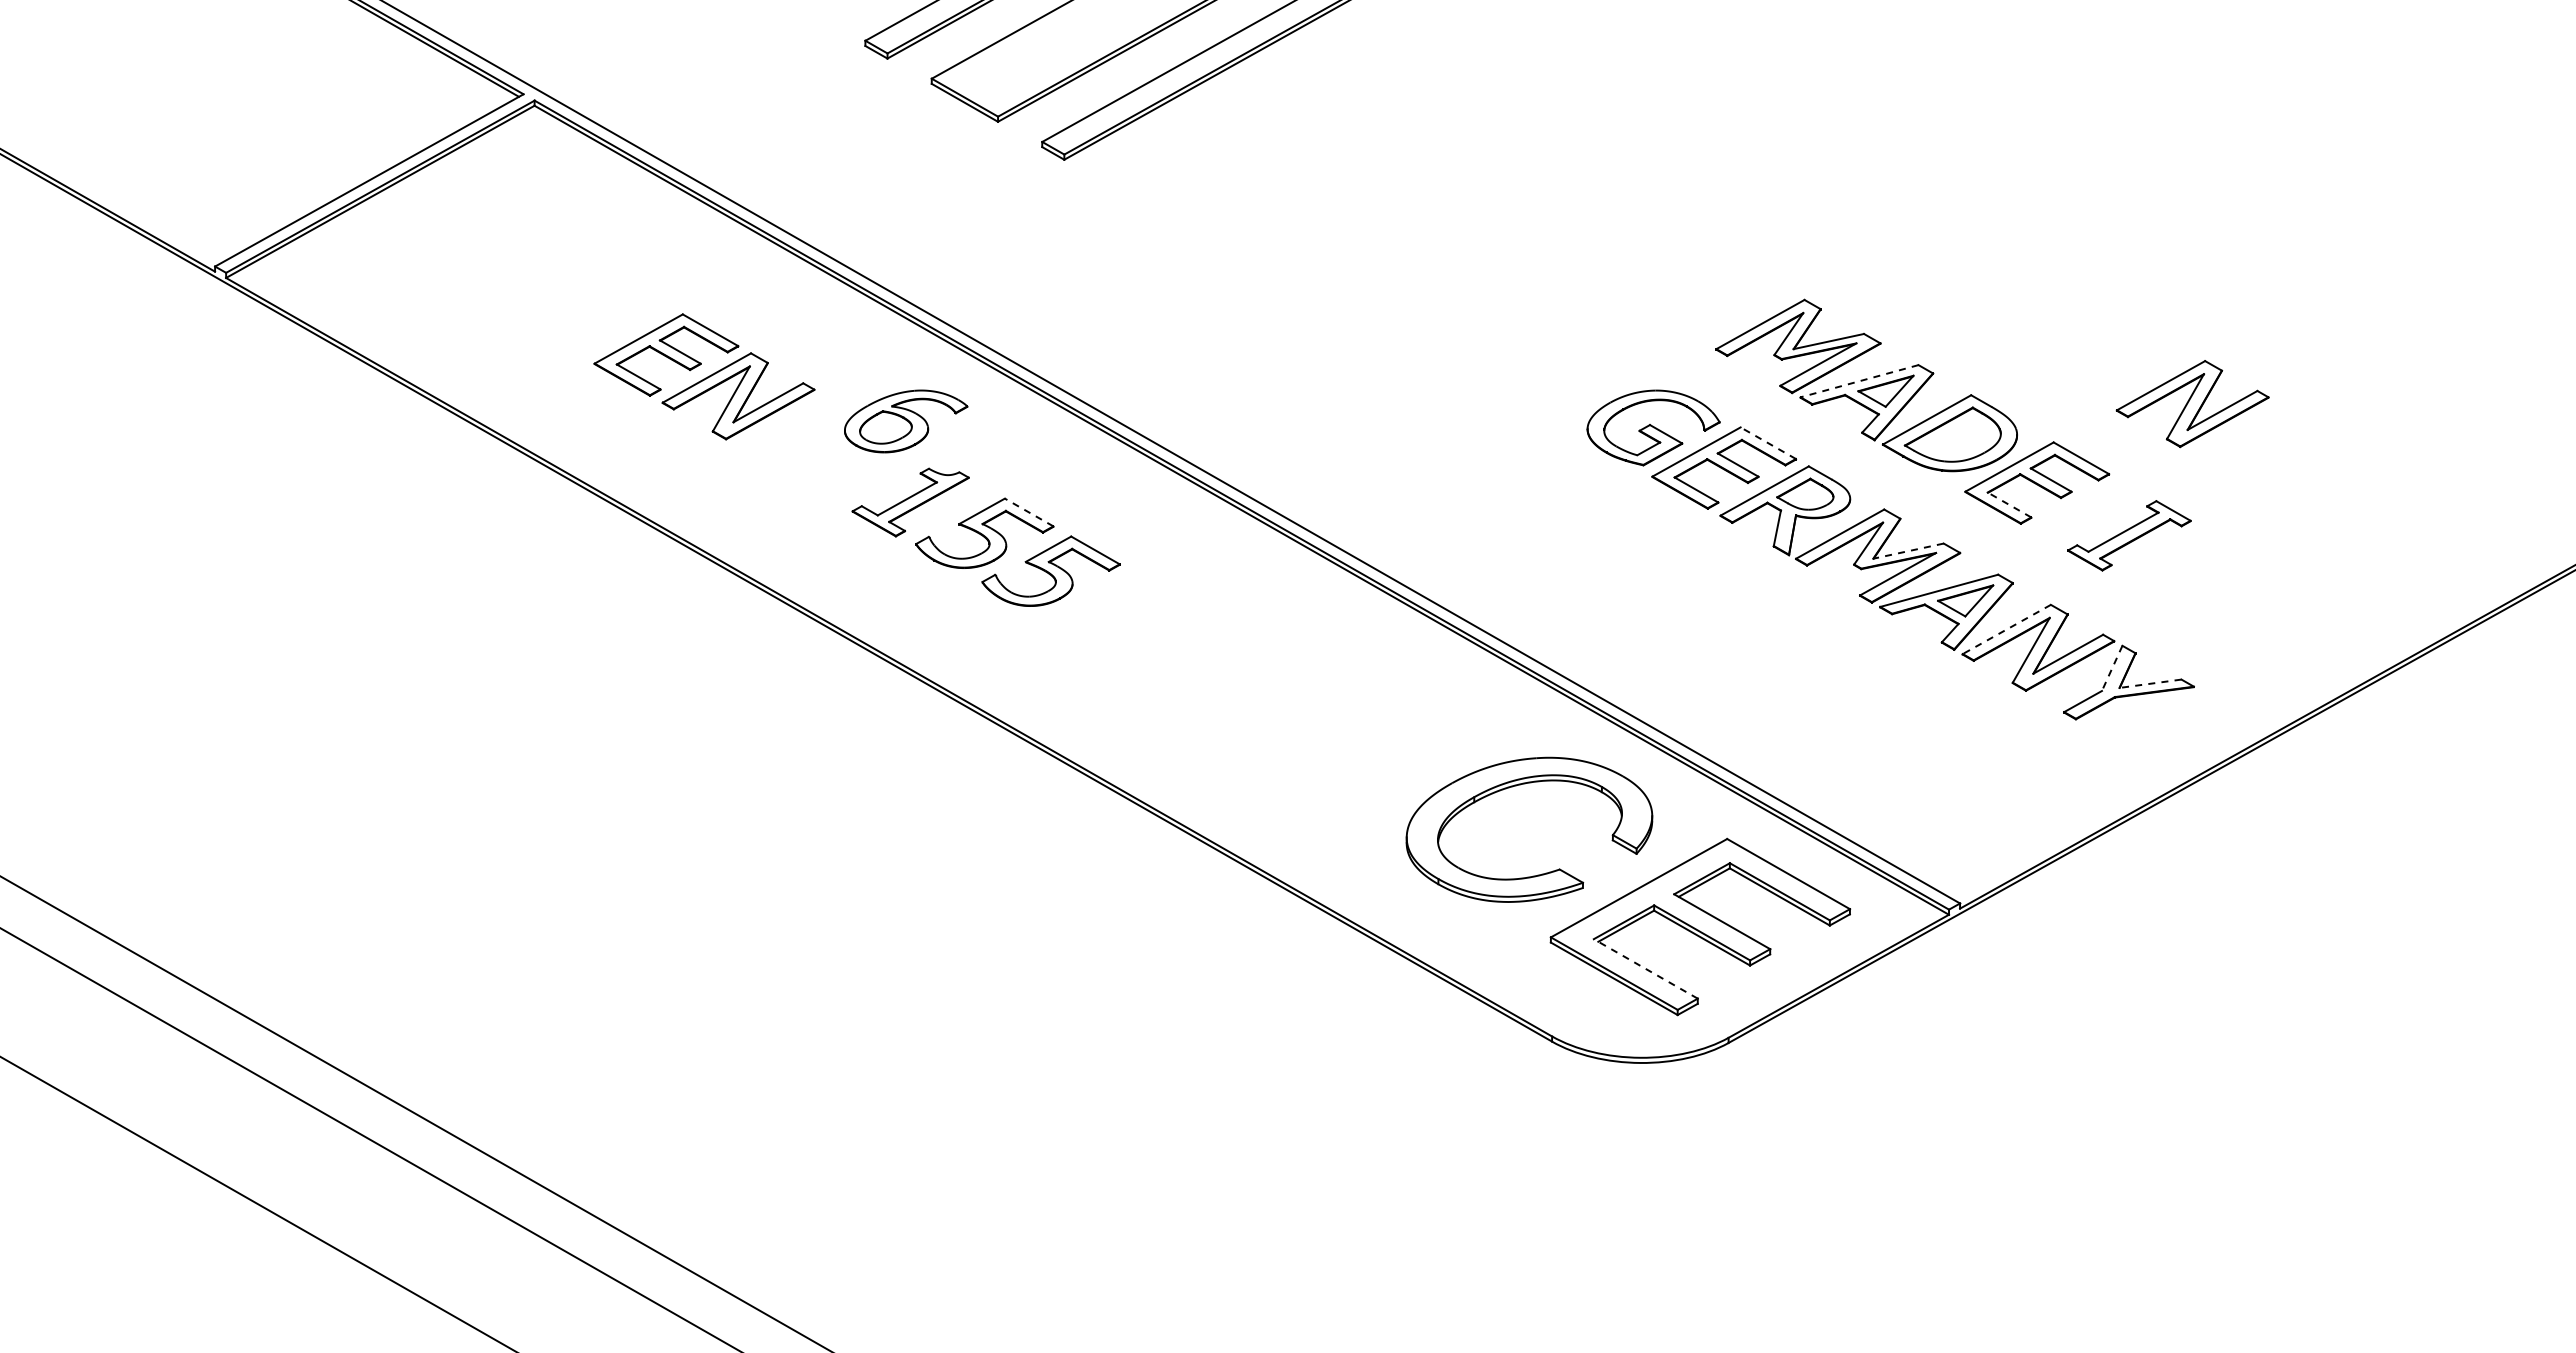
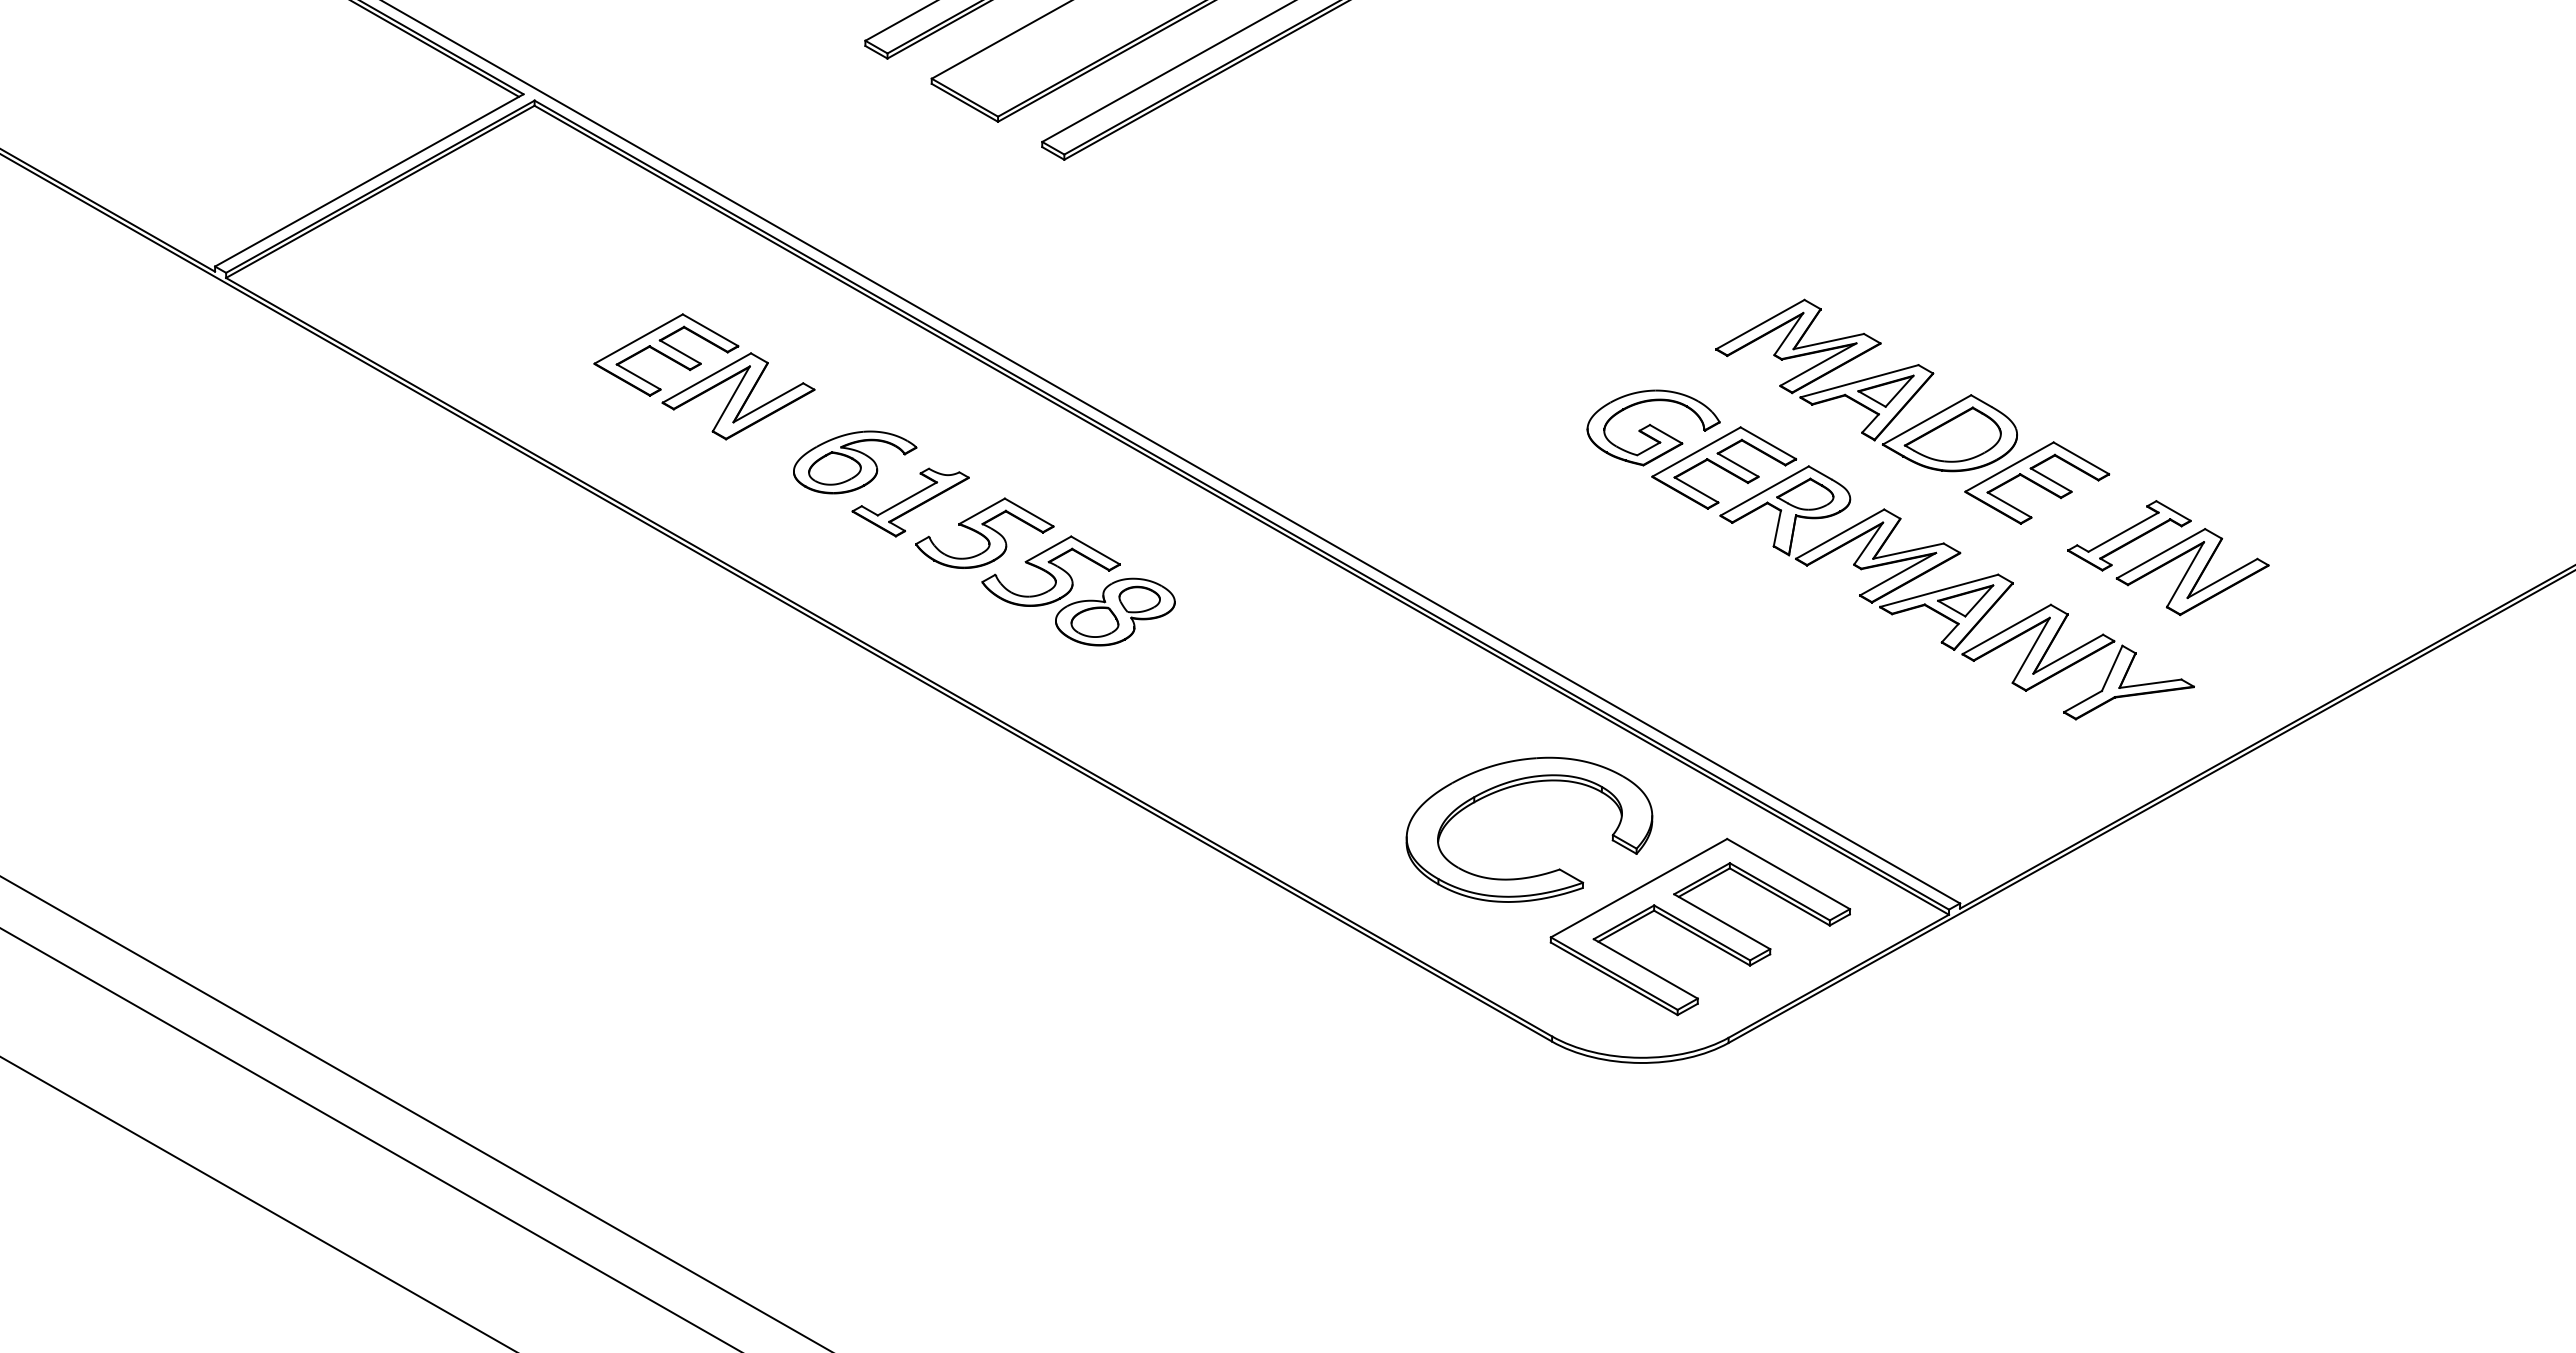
line at (1859, 381): dashed -> solid
part at (2192, 404) position: (2192, 404) -> (2192, 572)
part at (906, 421) position: (906, 421) -> (855, 462)
line at (1768, 443): dashed -> solid
line at (2009, 504): dashed -> solid
line at (1029, 512): dashed -> solid
line at (1908, 551): dashed -> solid
part at (1115, 611): none -> present
line at (2006, 629): dashed -> solid
line at (2112, 668): dashed -> solid
line at (2150, 683): dashed -> solid
line at (1645, 968): dashed -> solid
